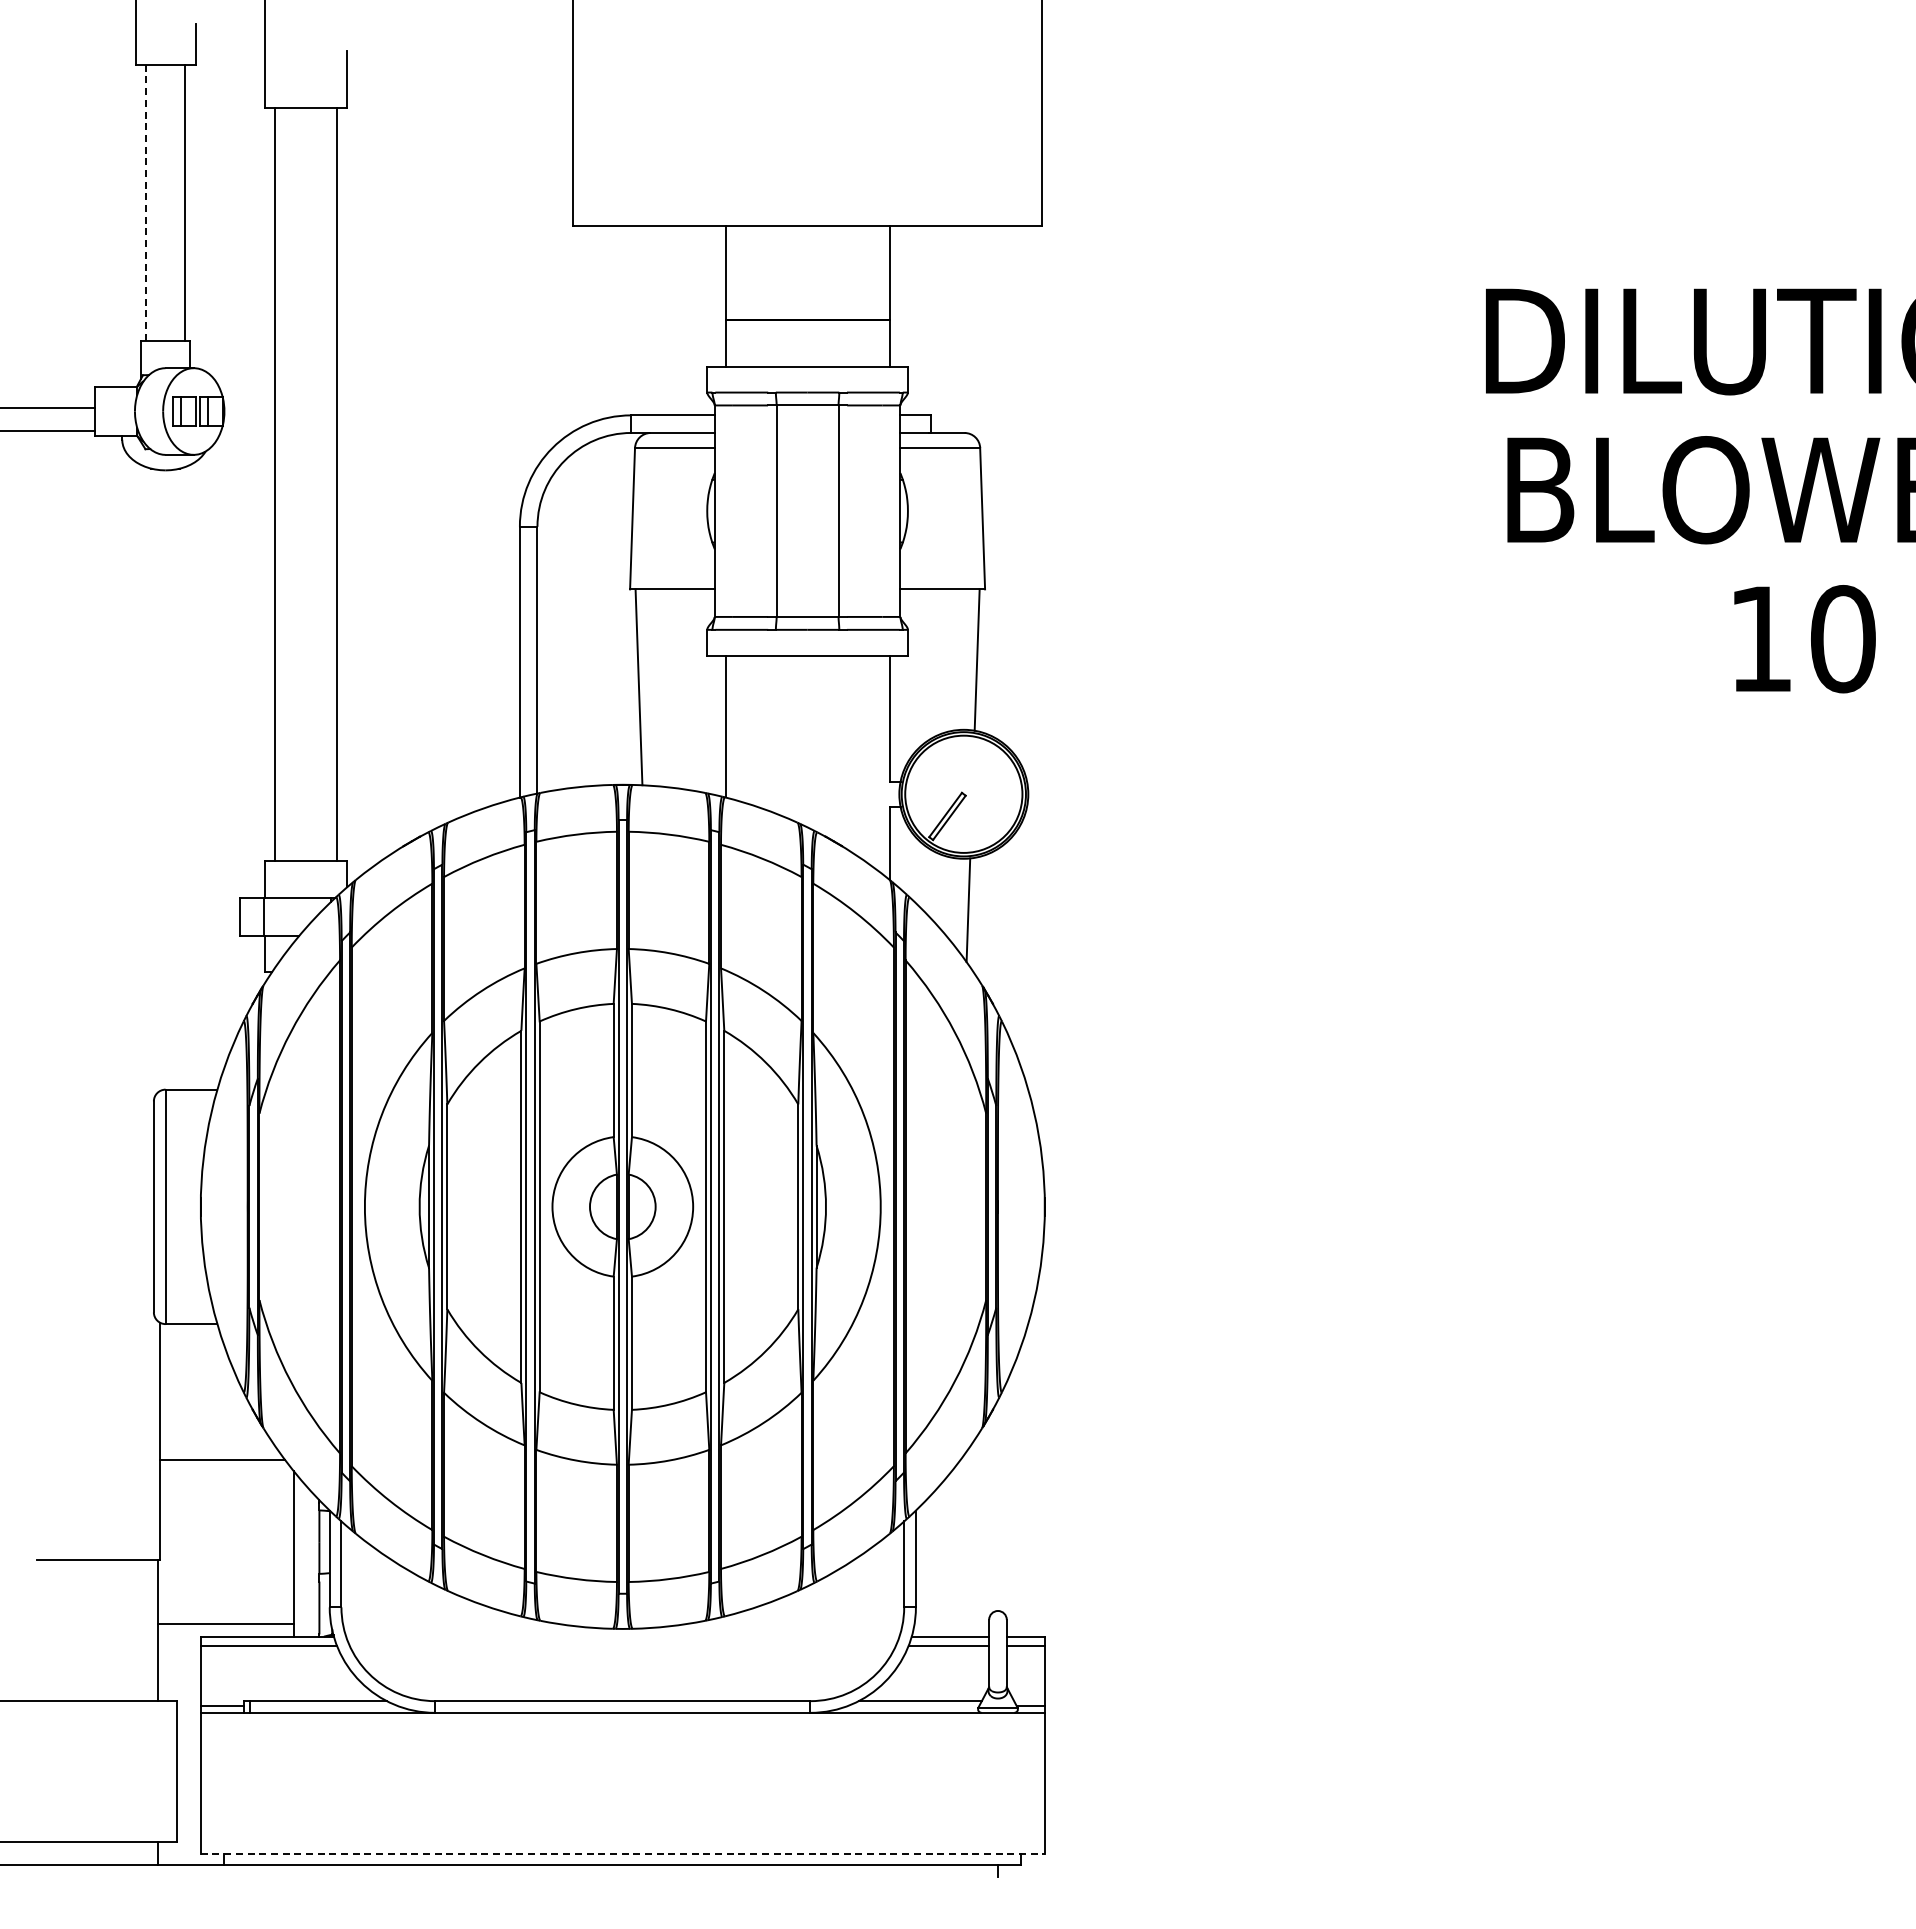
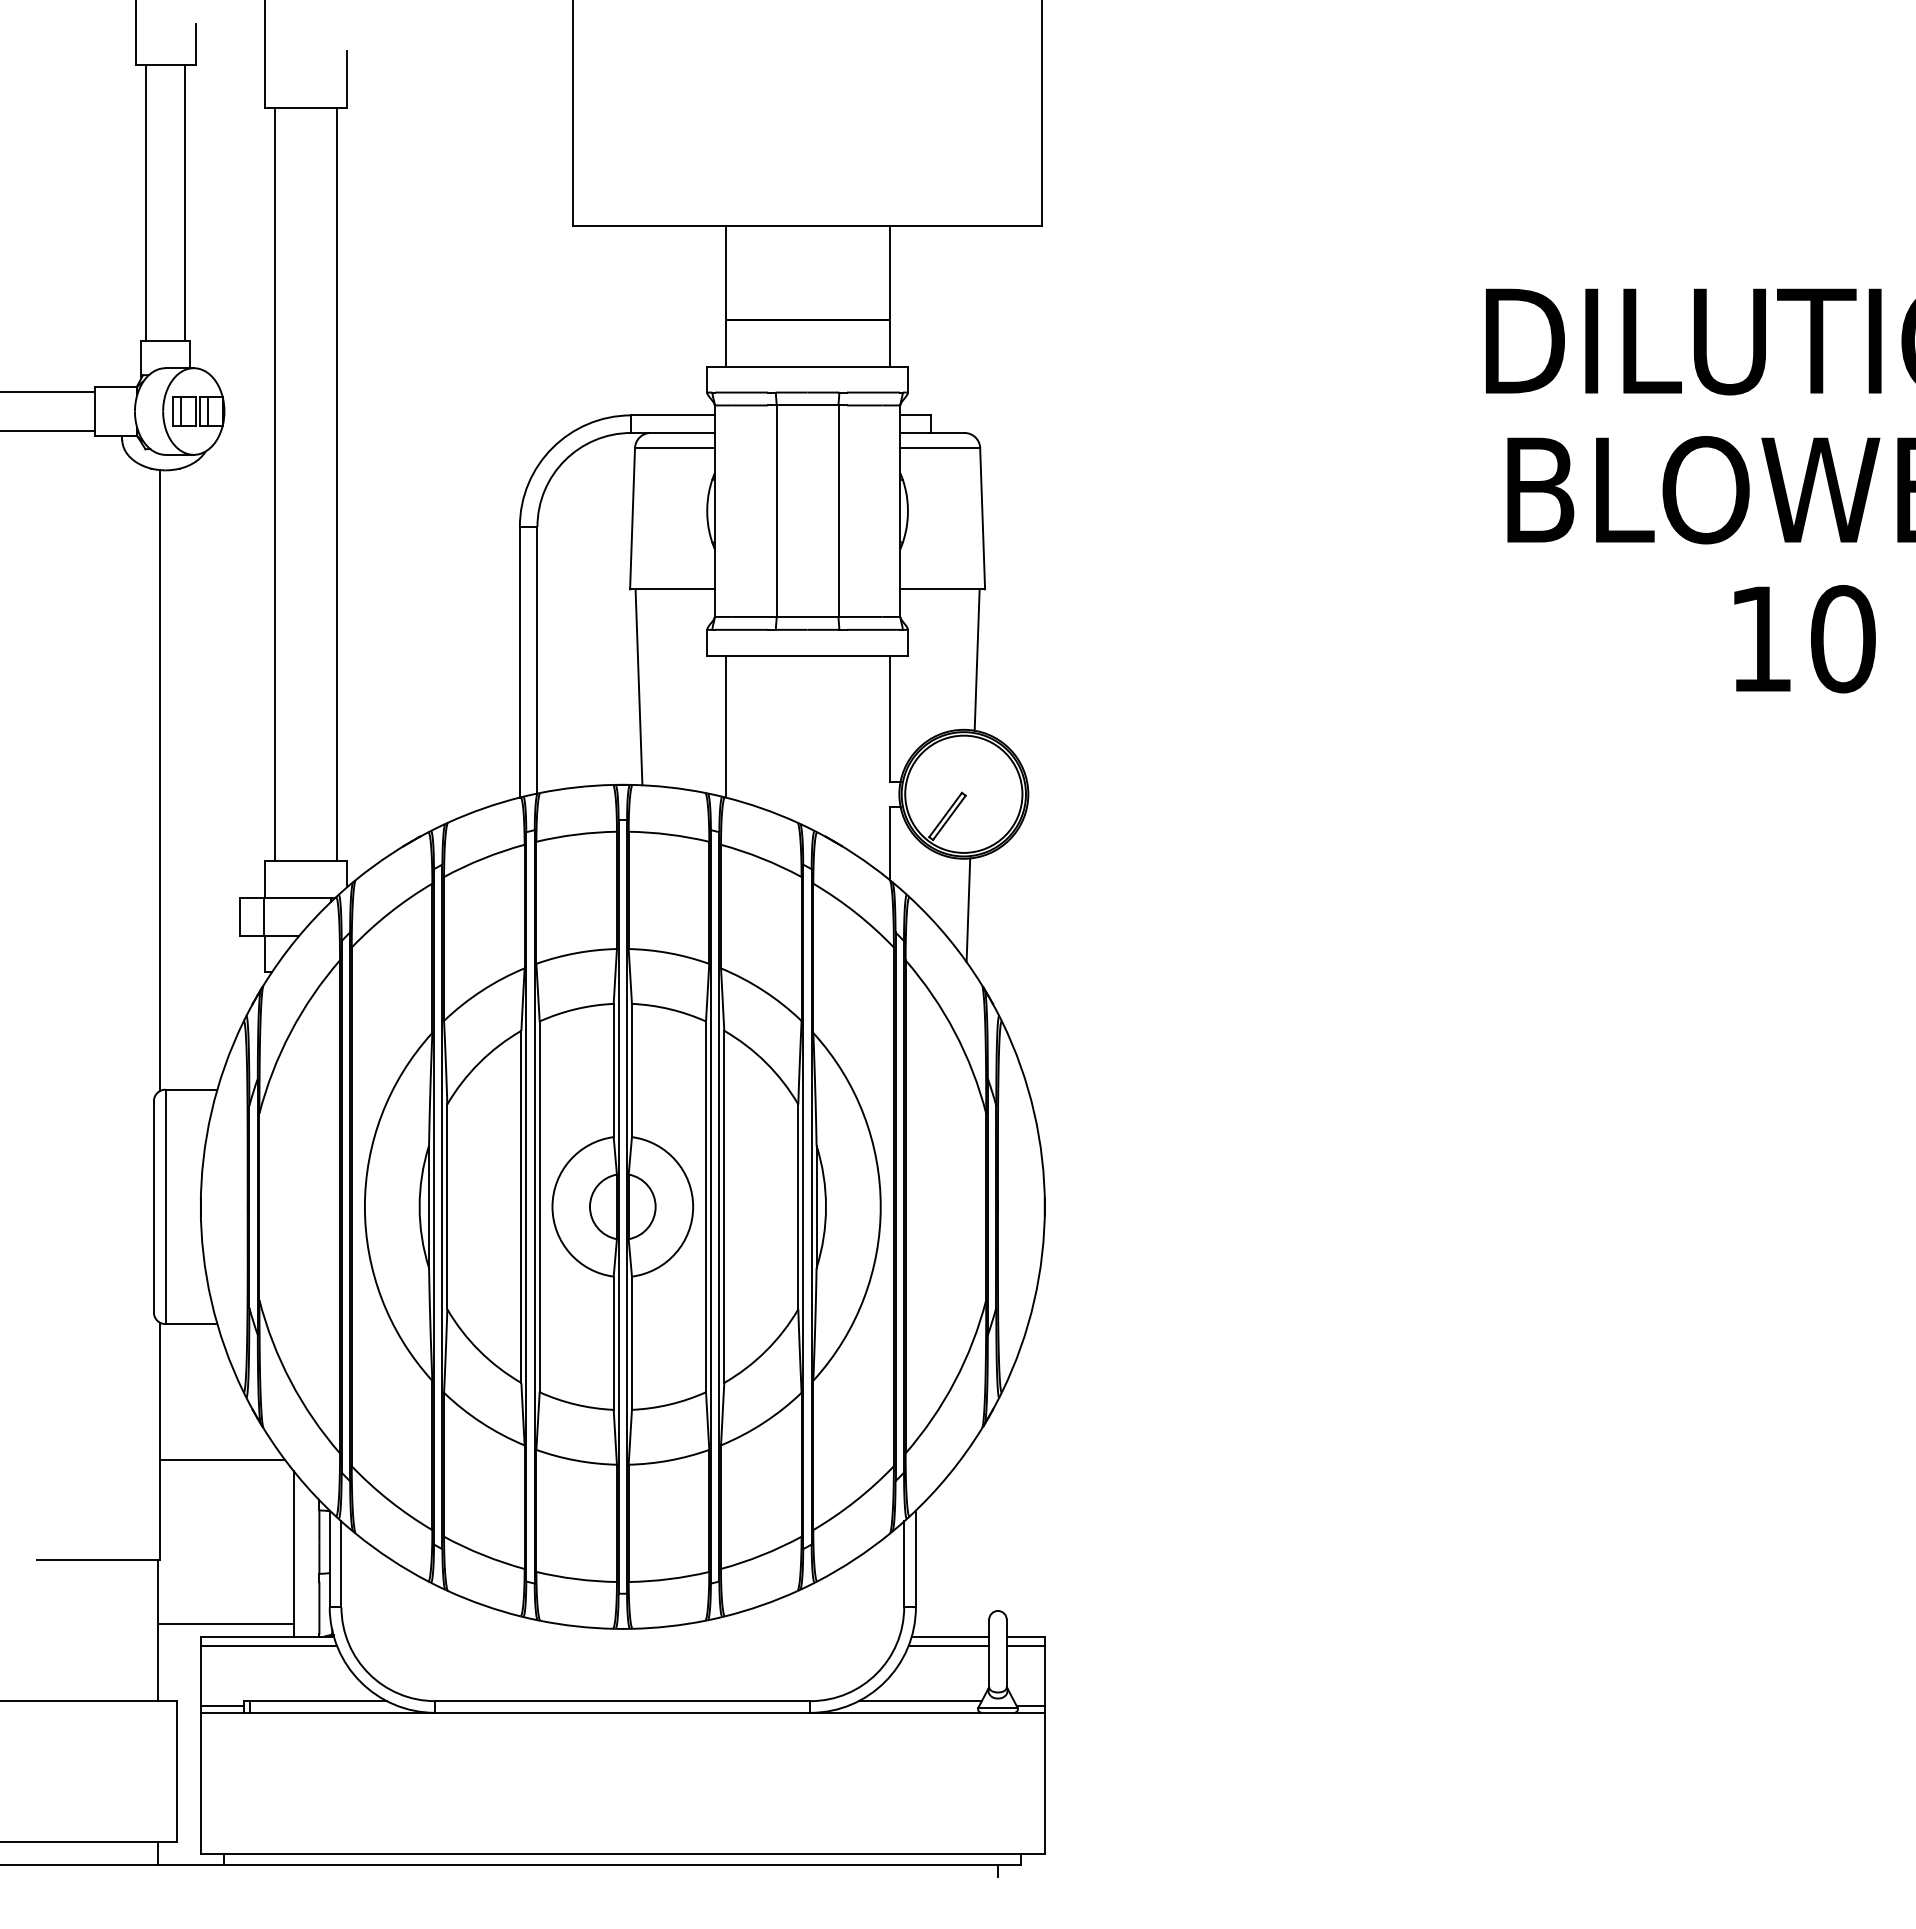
line at (145, 203): dashed -> solid
line at (48, 407) position: (48, 407) -> (48, 391)
line at (160, 780): none -> present
line at (623, 1853): dashed -> solid
